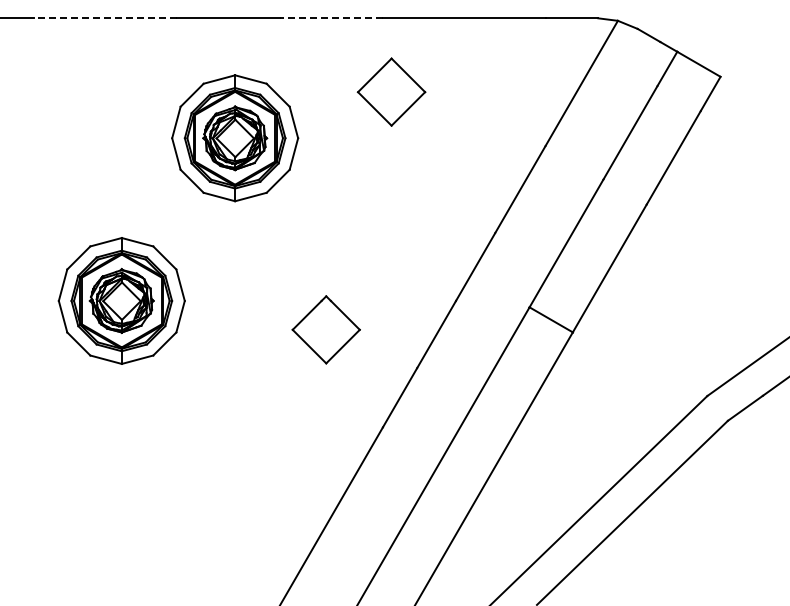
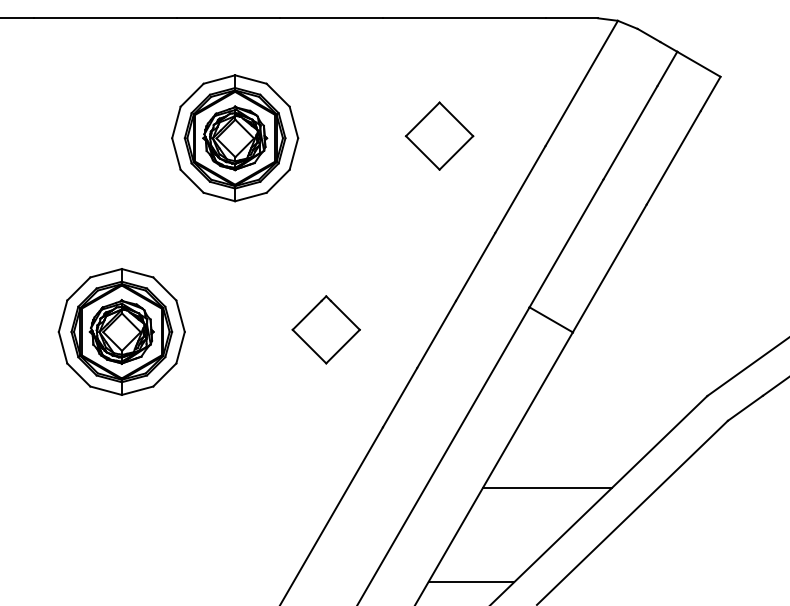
line at (105, 18): dashed -> solid
line at (331, 18): dashed -> solid
part at (391, 91) position: (391, 91) -> (439, 135)
part at (121, 300) position: (121, 300) -> (121, 331)
line at (546, 488): none -> present
line at (471, 582): none -> present
